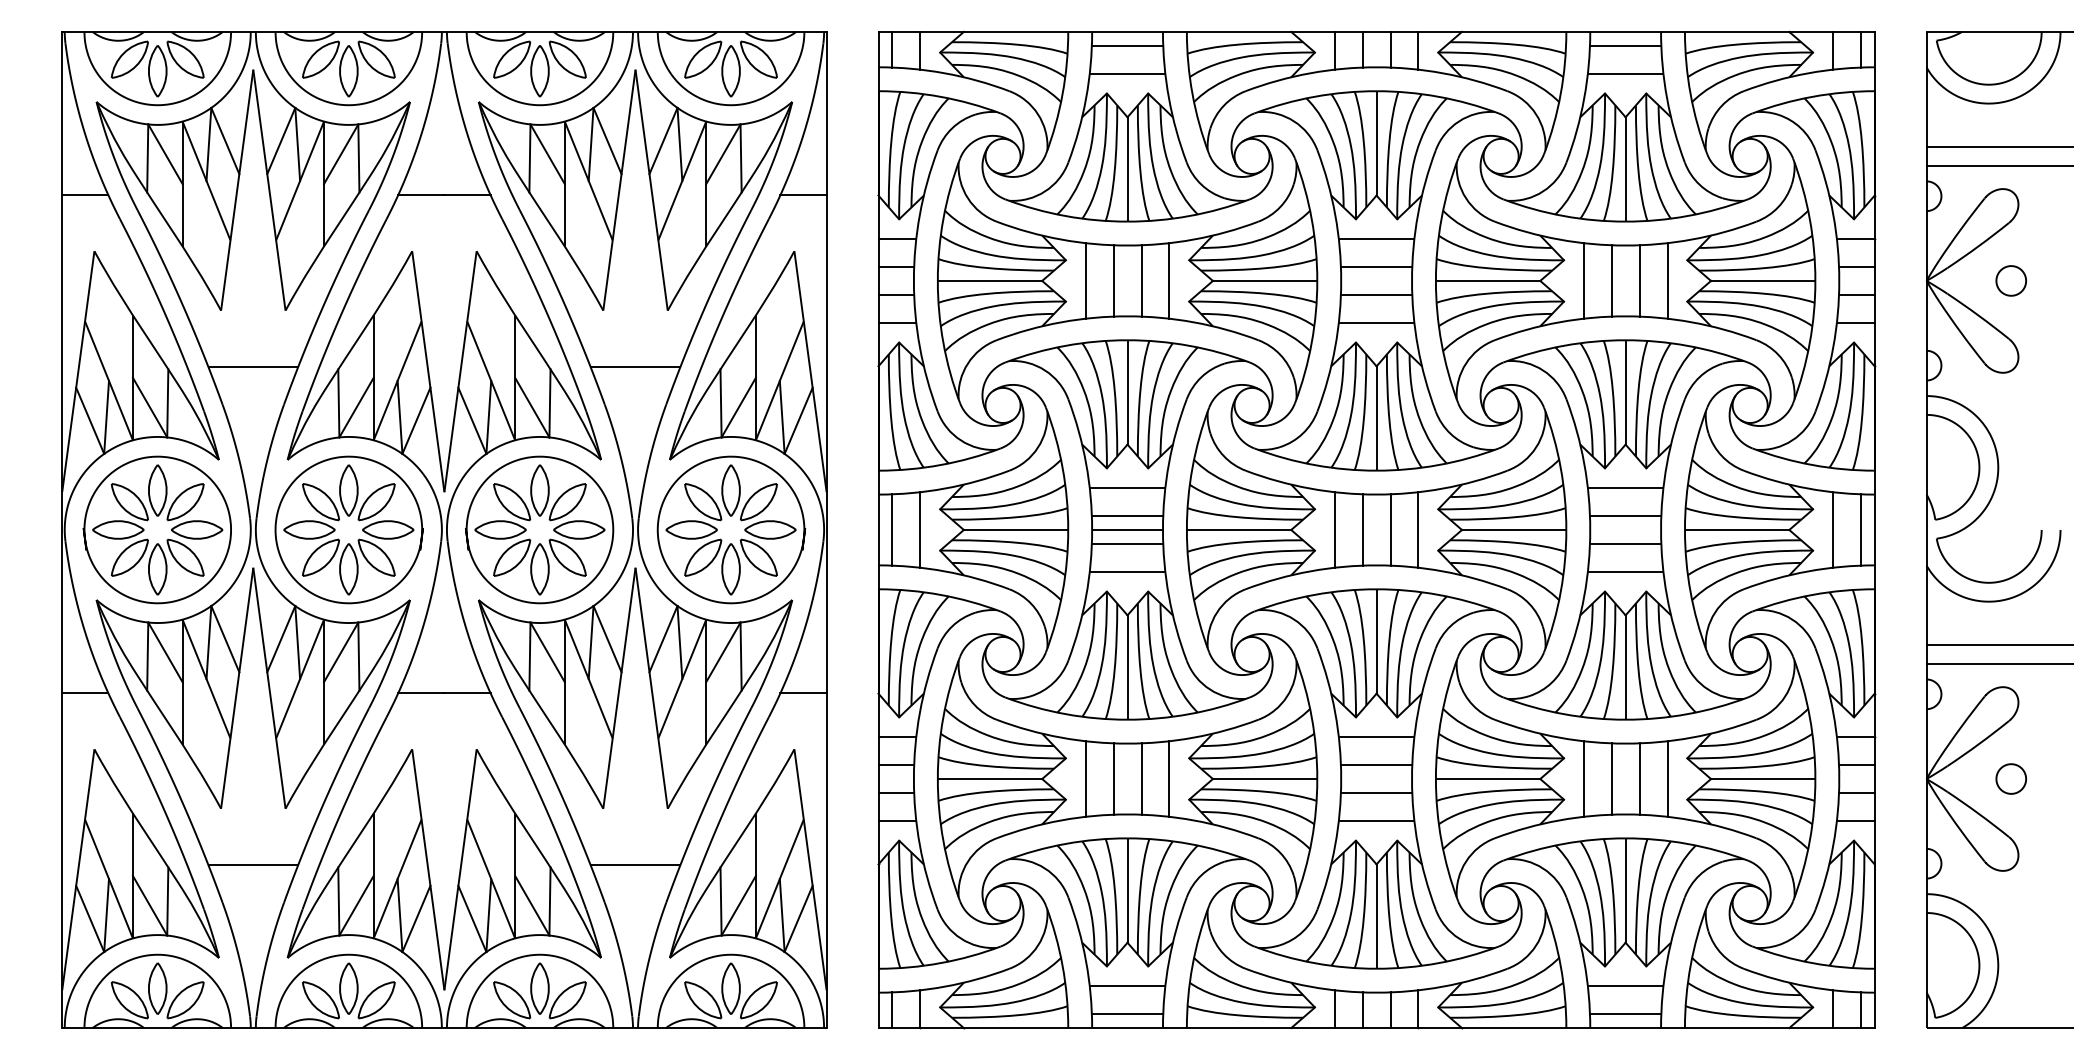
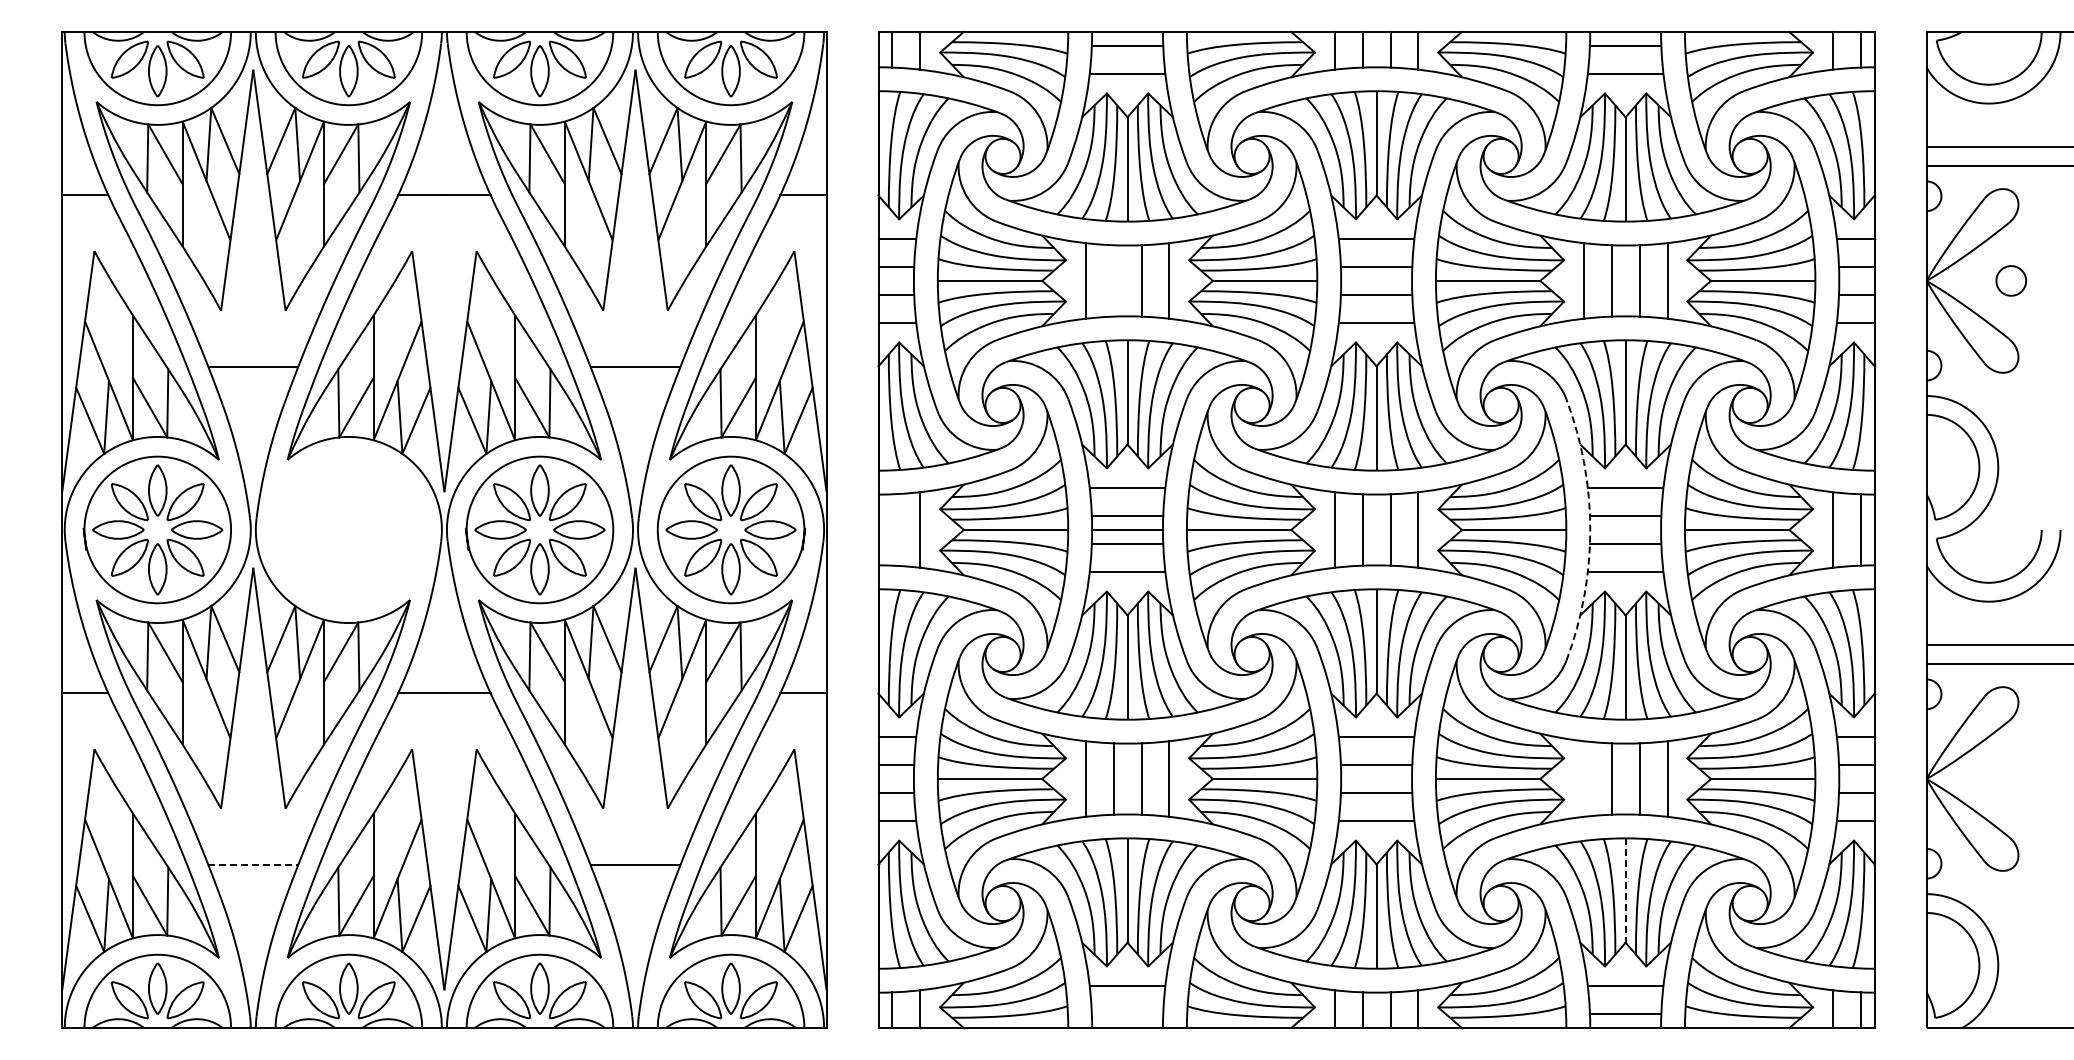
line at (1113, 280): present -> none
part at (348, 529): present -> none
line at (892, 529): present -> none
arc at (1590, 529): solid -> dashed
line at (1583, 778): present -> none
part at (2010, 778): present -> none
line at (253, 864): solid -> dashed
line at (1625, 891): solid -> dashed
line at (1127, 1014): present -> none
